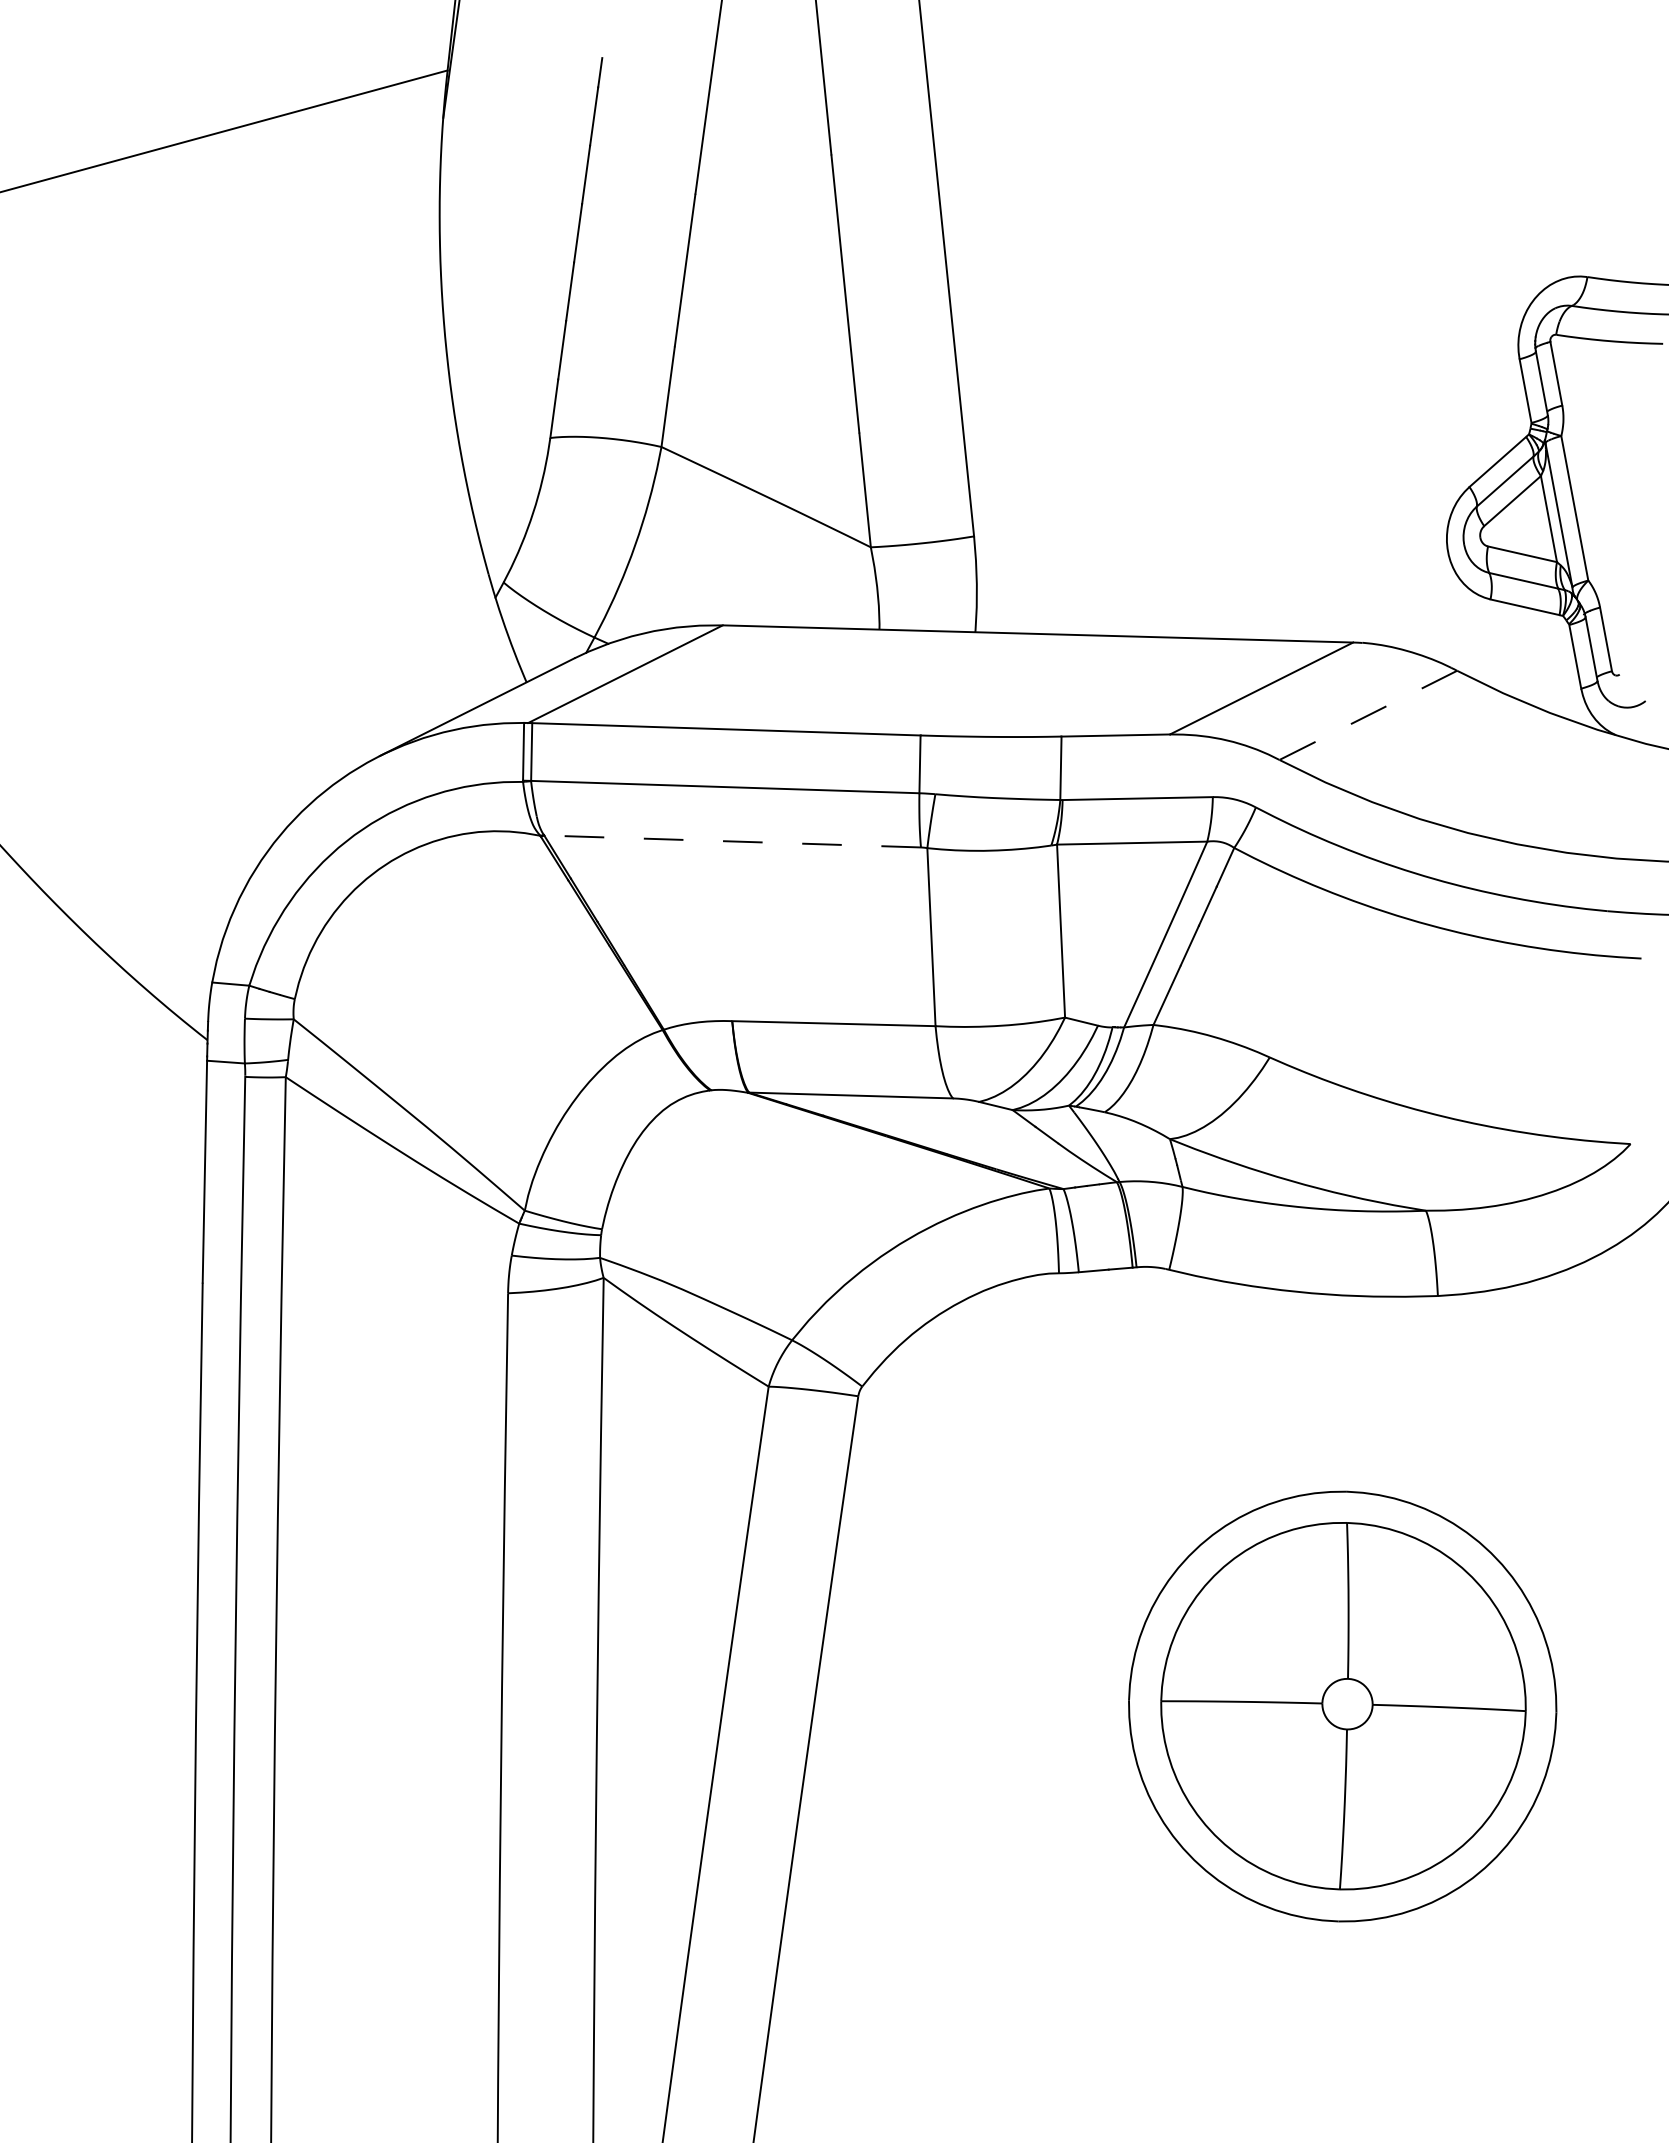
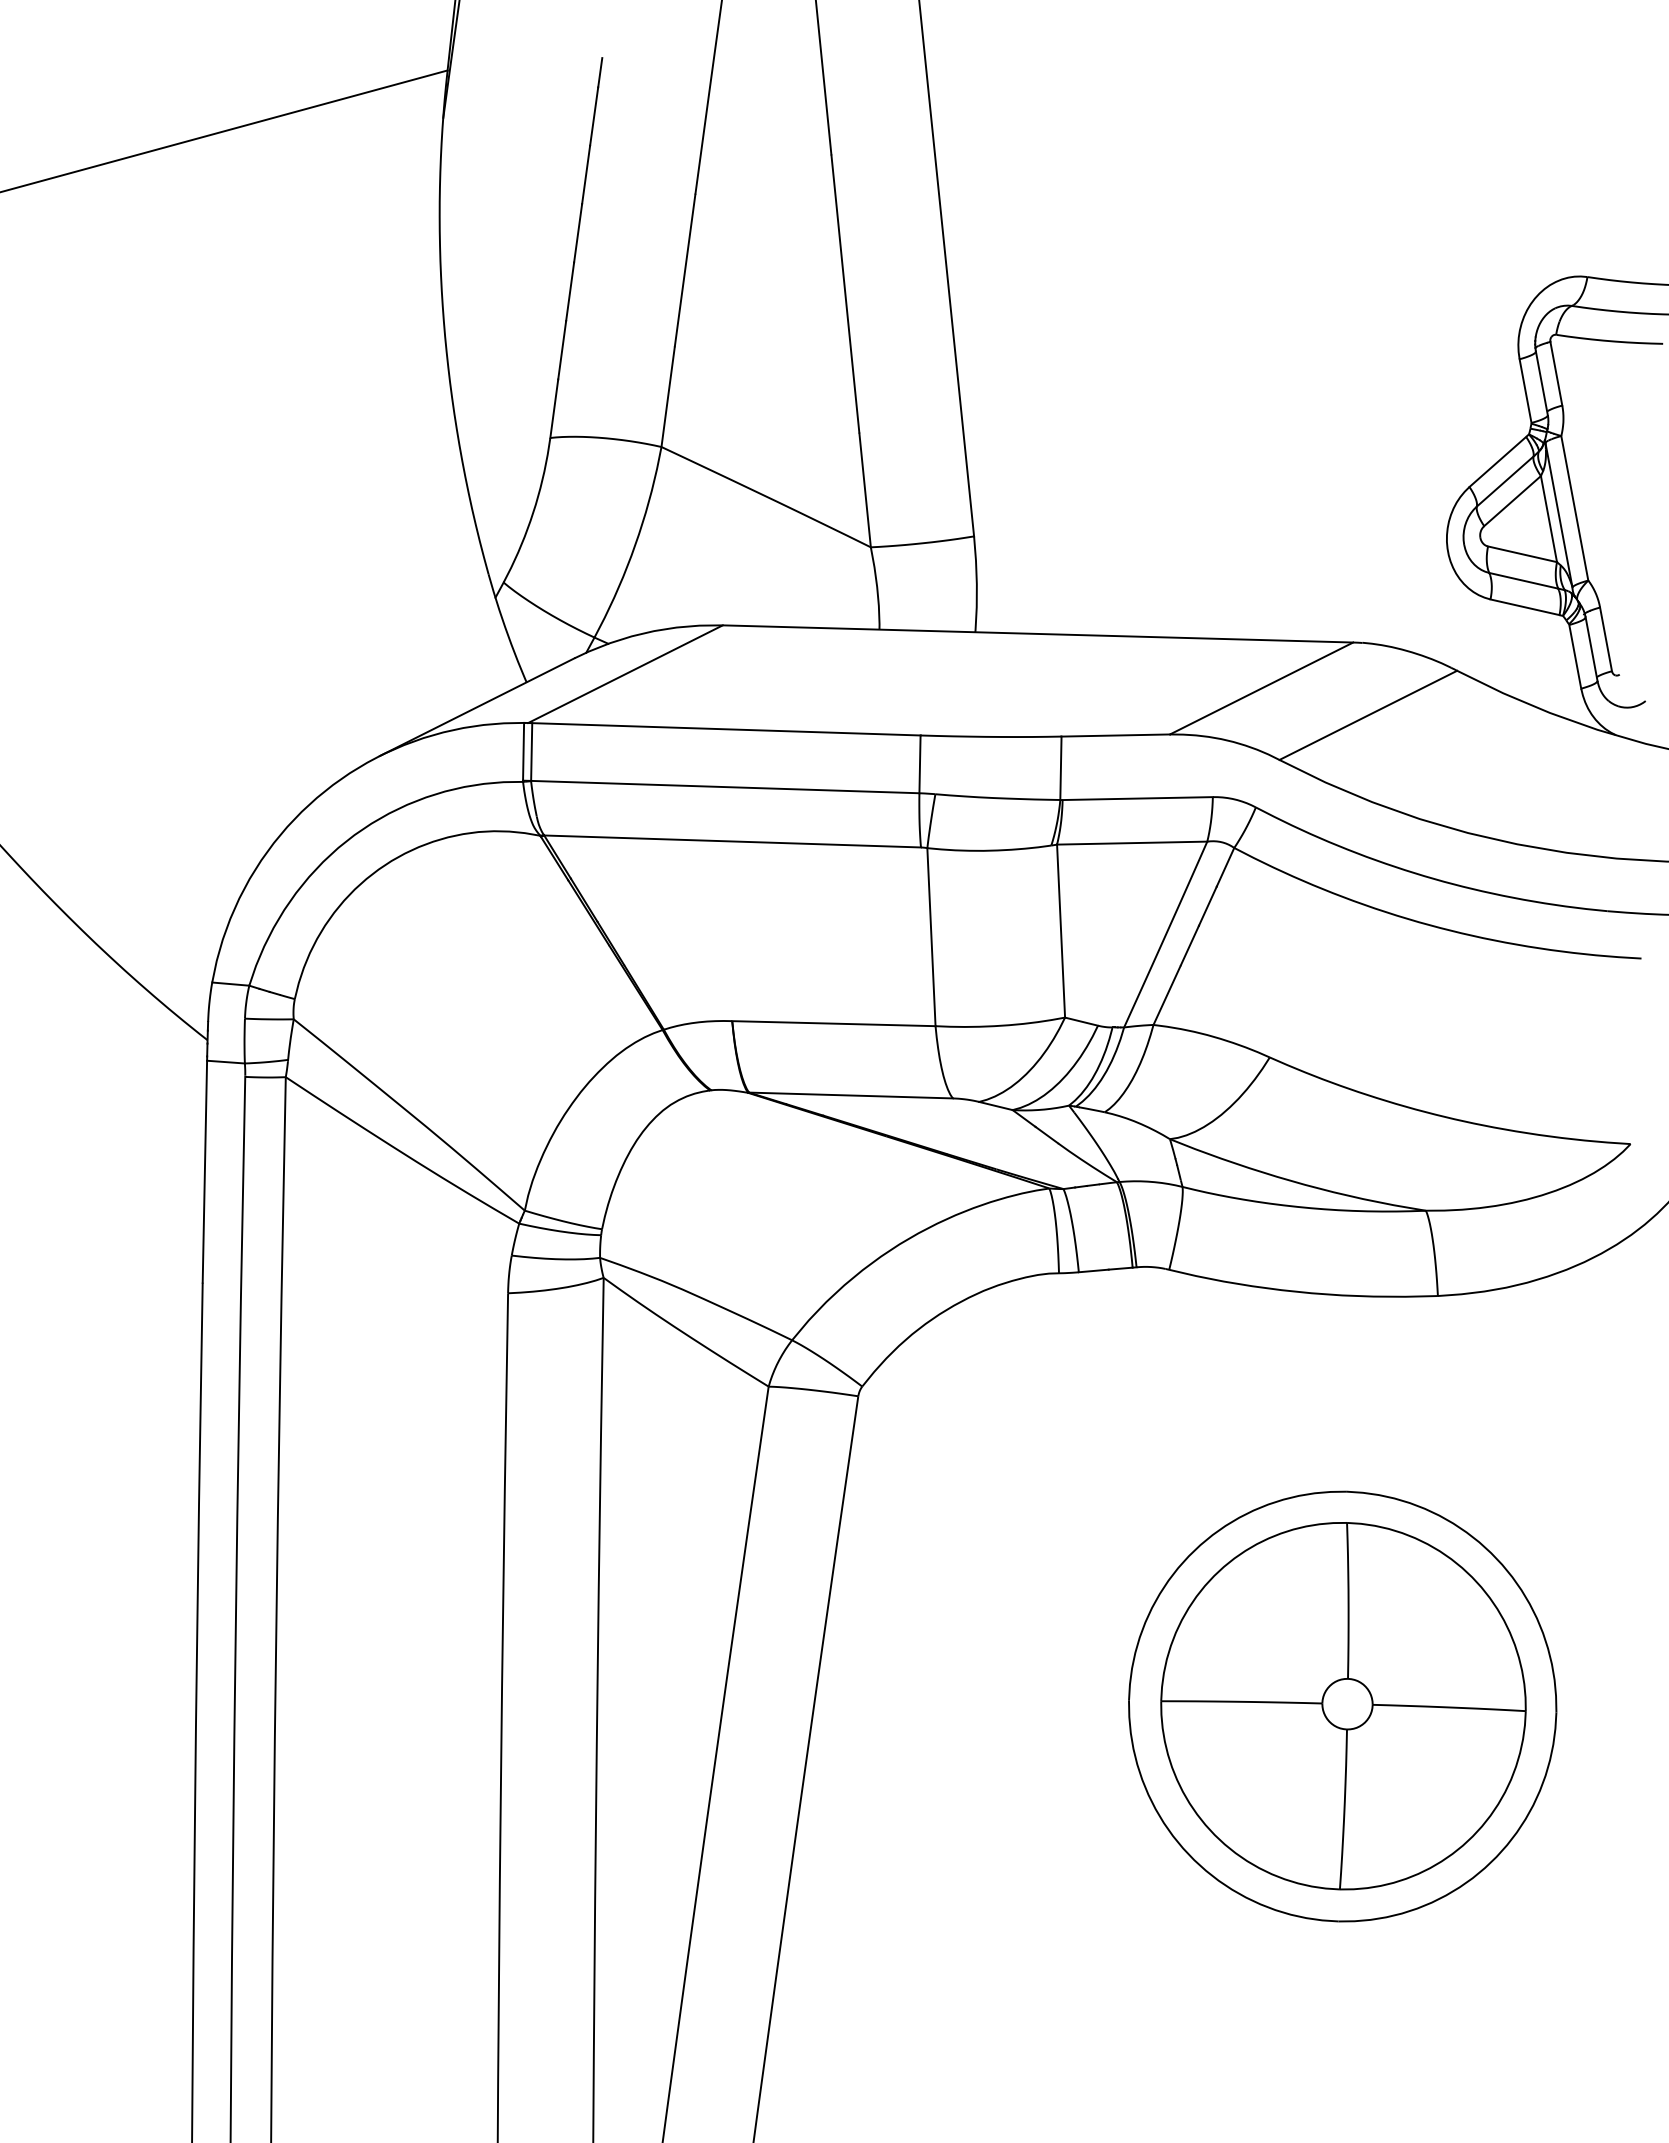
line at (1367, 715): dashed -> solid
line at (732, 841): dashed -> solid
